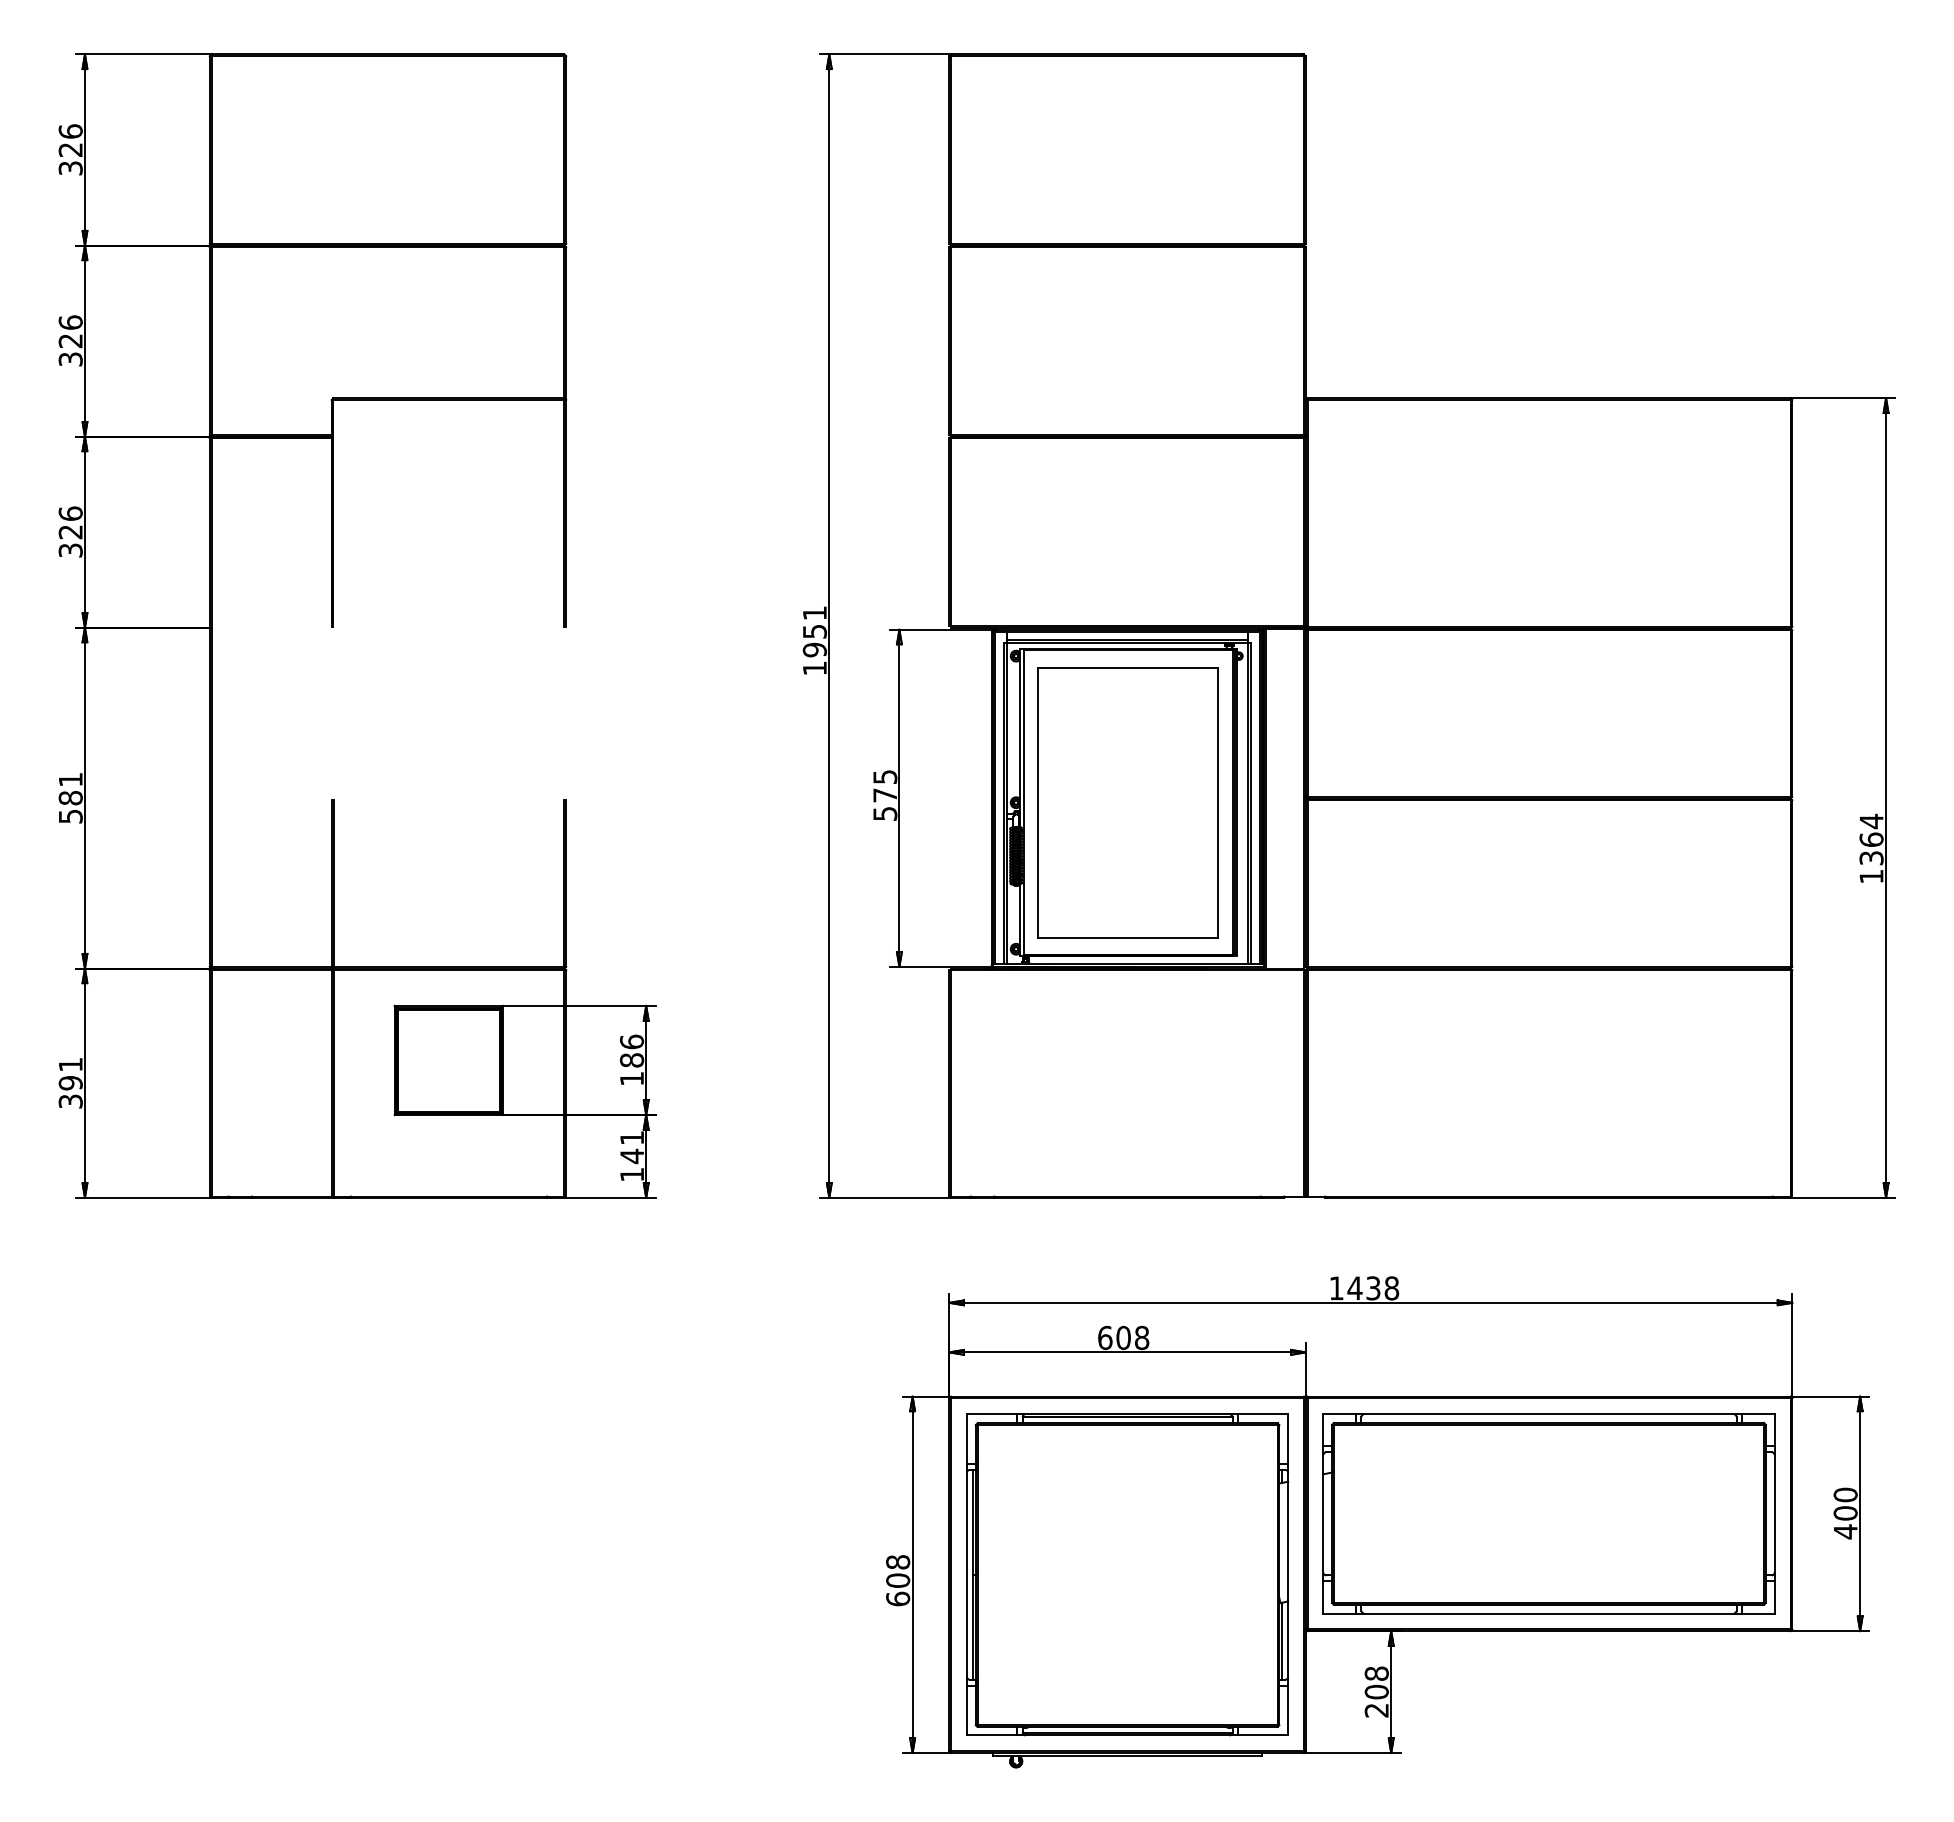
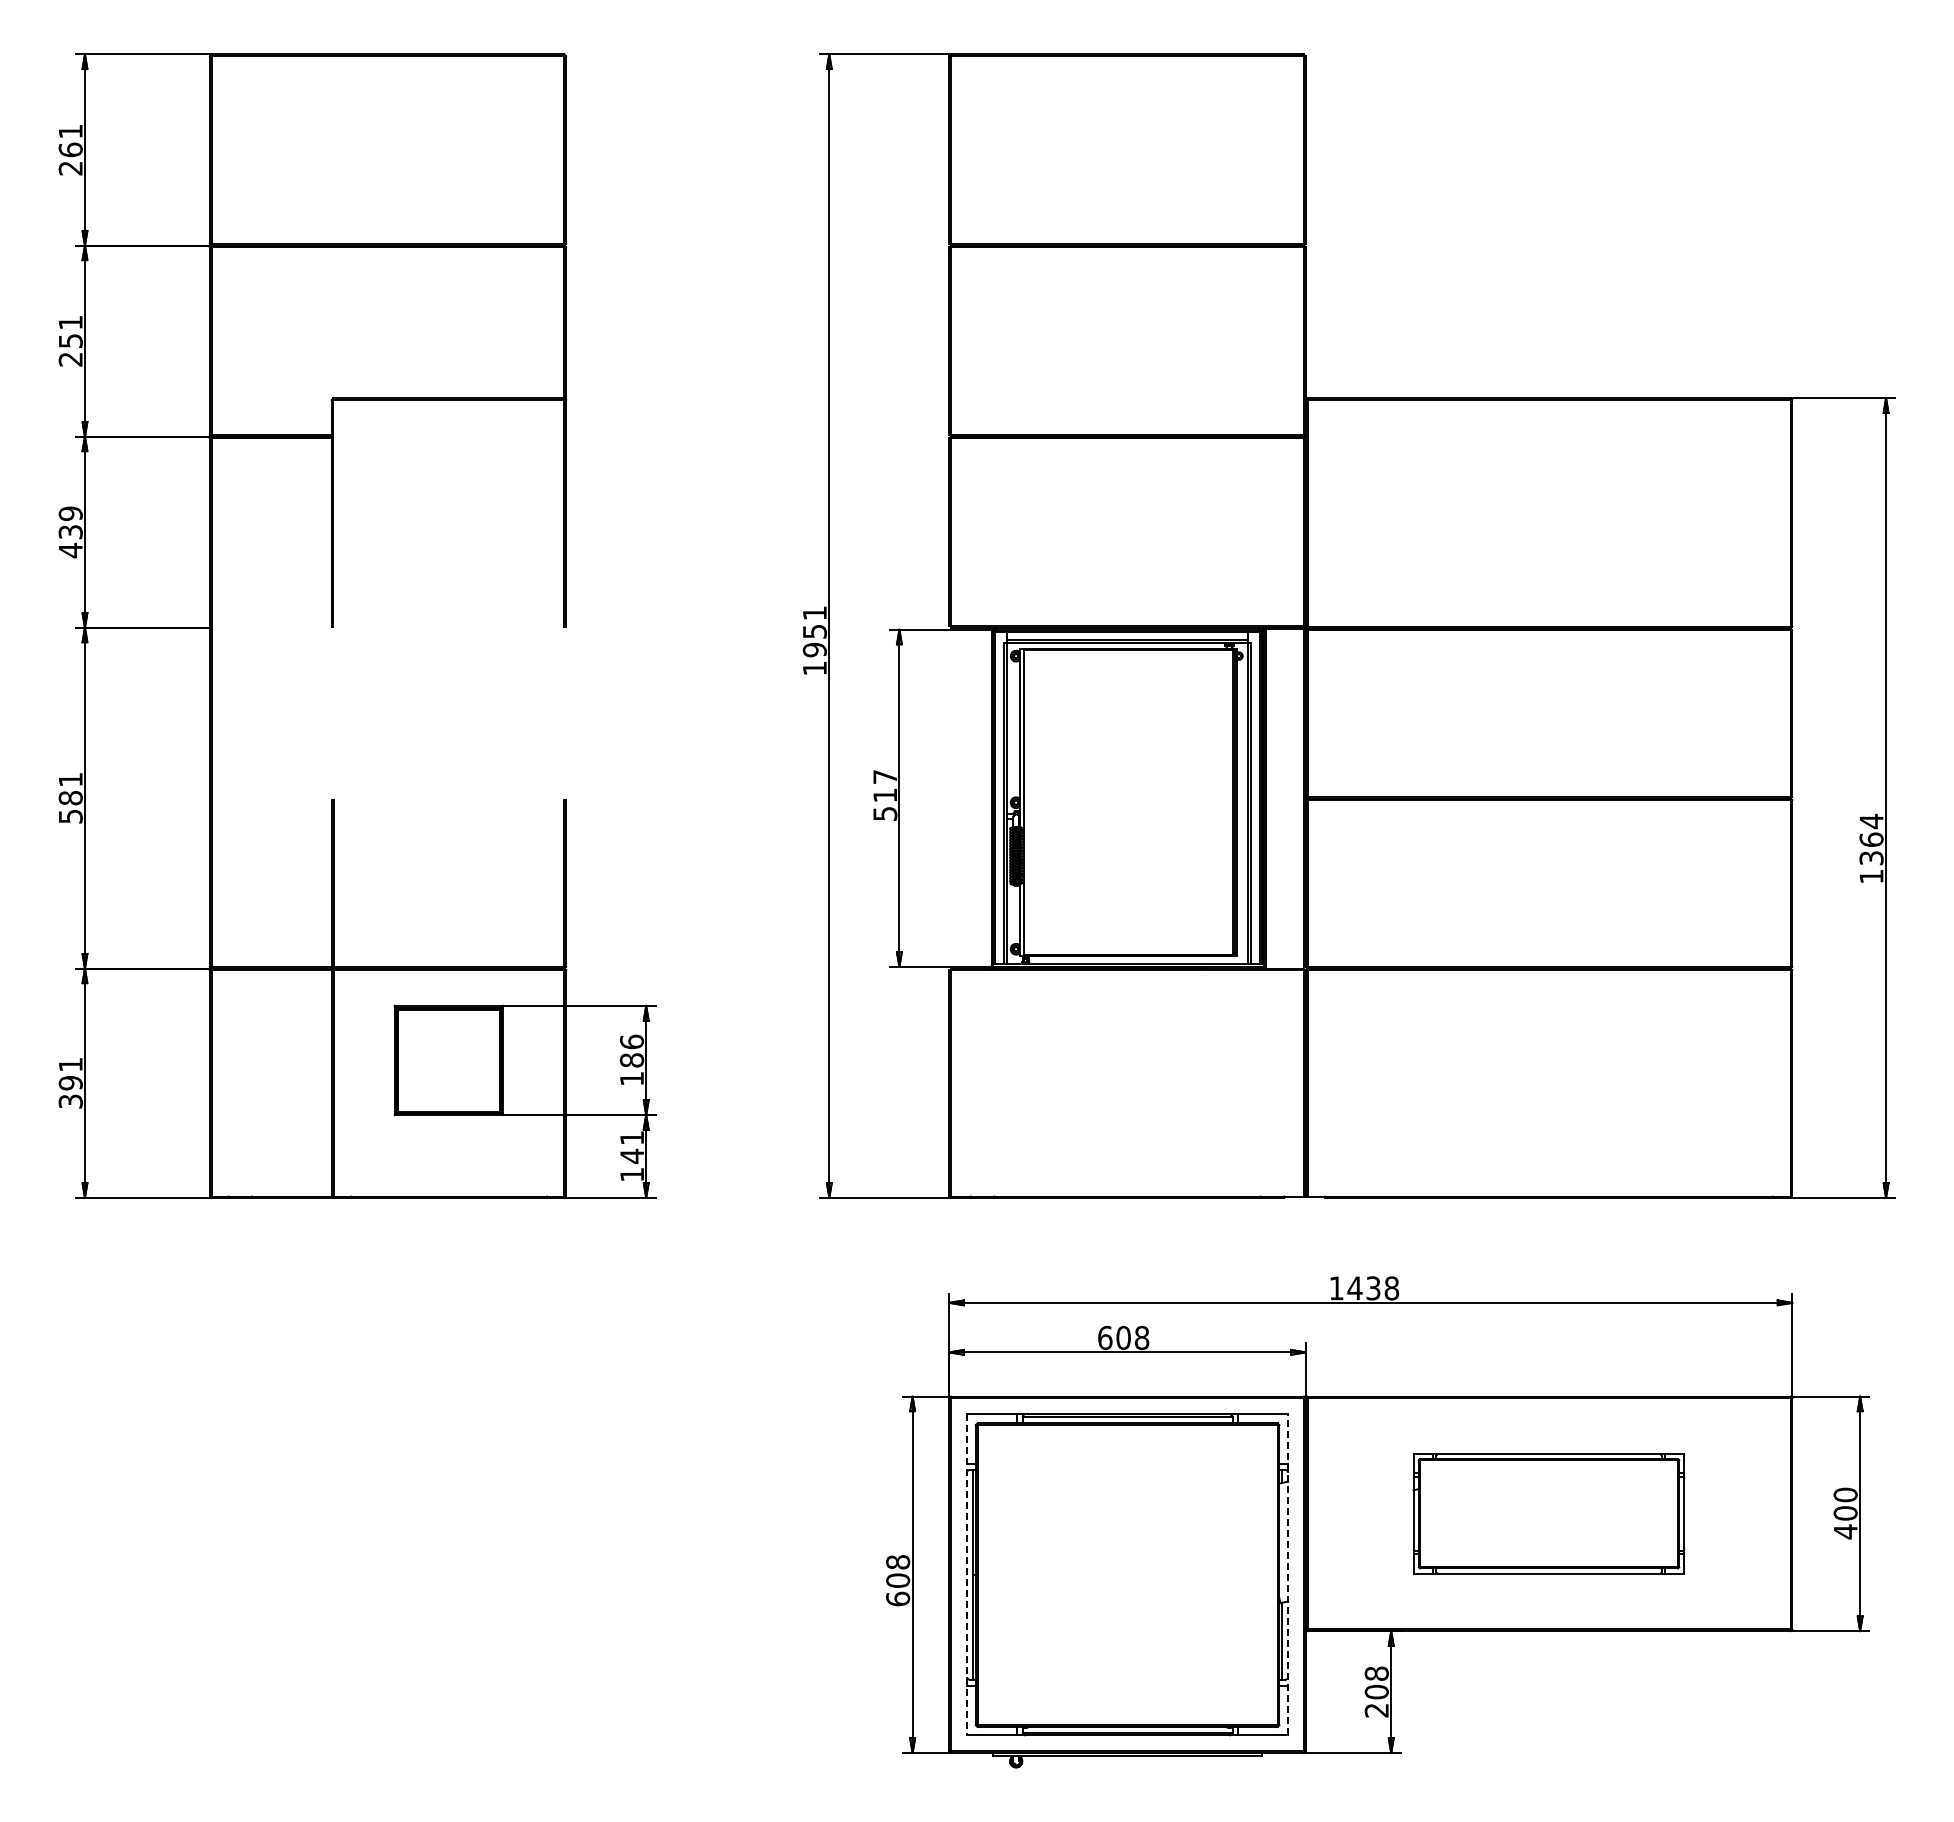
text at (70, 149): 326 -> 261
text at (70, 340): 326 -> 251
text at (70, 532): 326 -> 439
text at (885, 786): 575 -> 517
part at (1127, 802): present -> none
part at (1548, 1513) size: 454x202 px -> 274x122 px
line at (966, 1574): solid -> dashed
line at (1288, 1574): solid -> dashed
